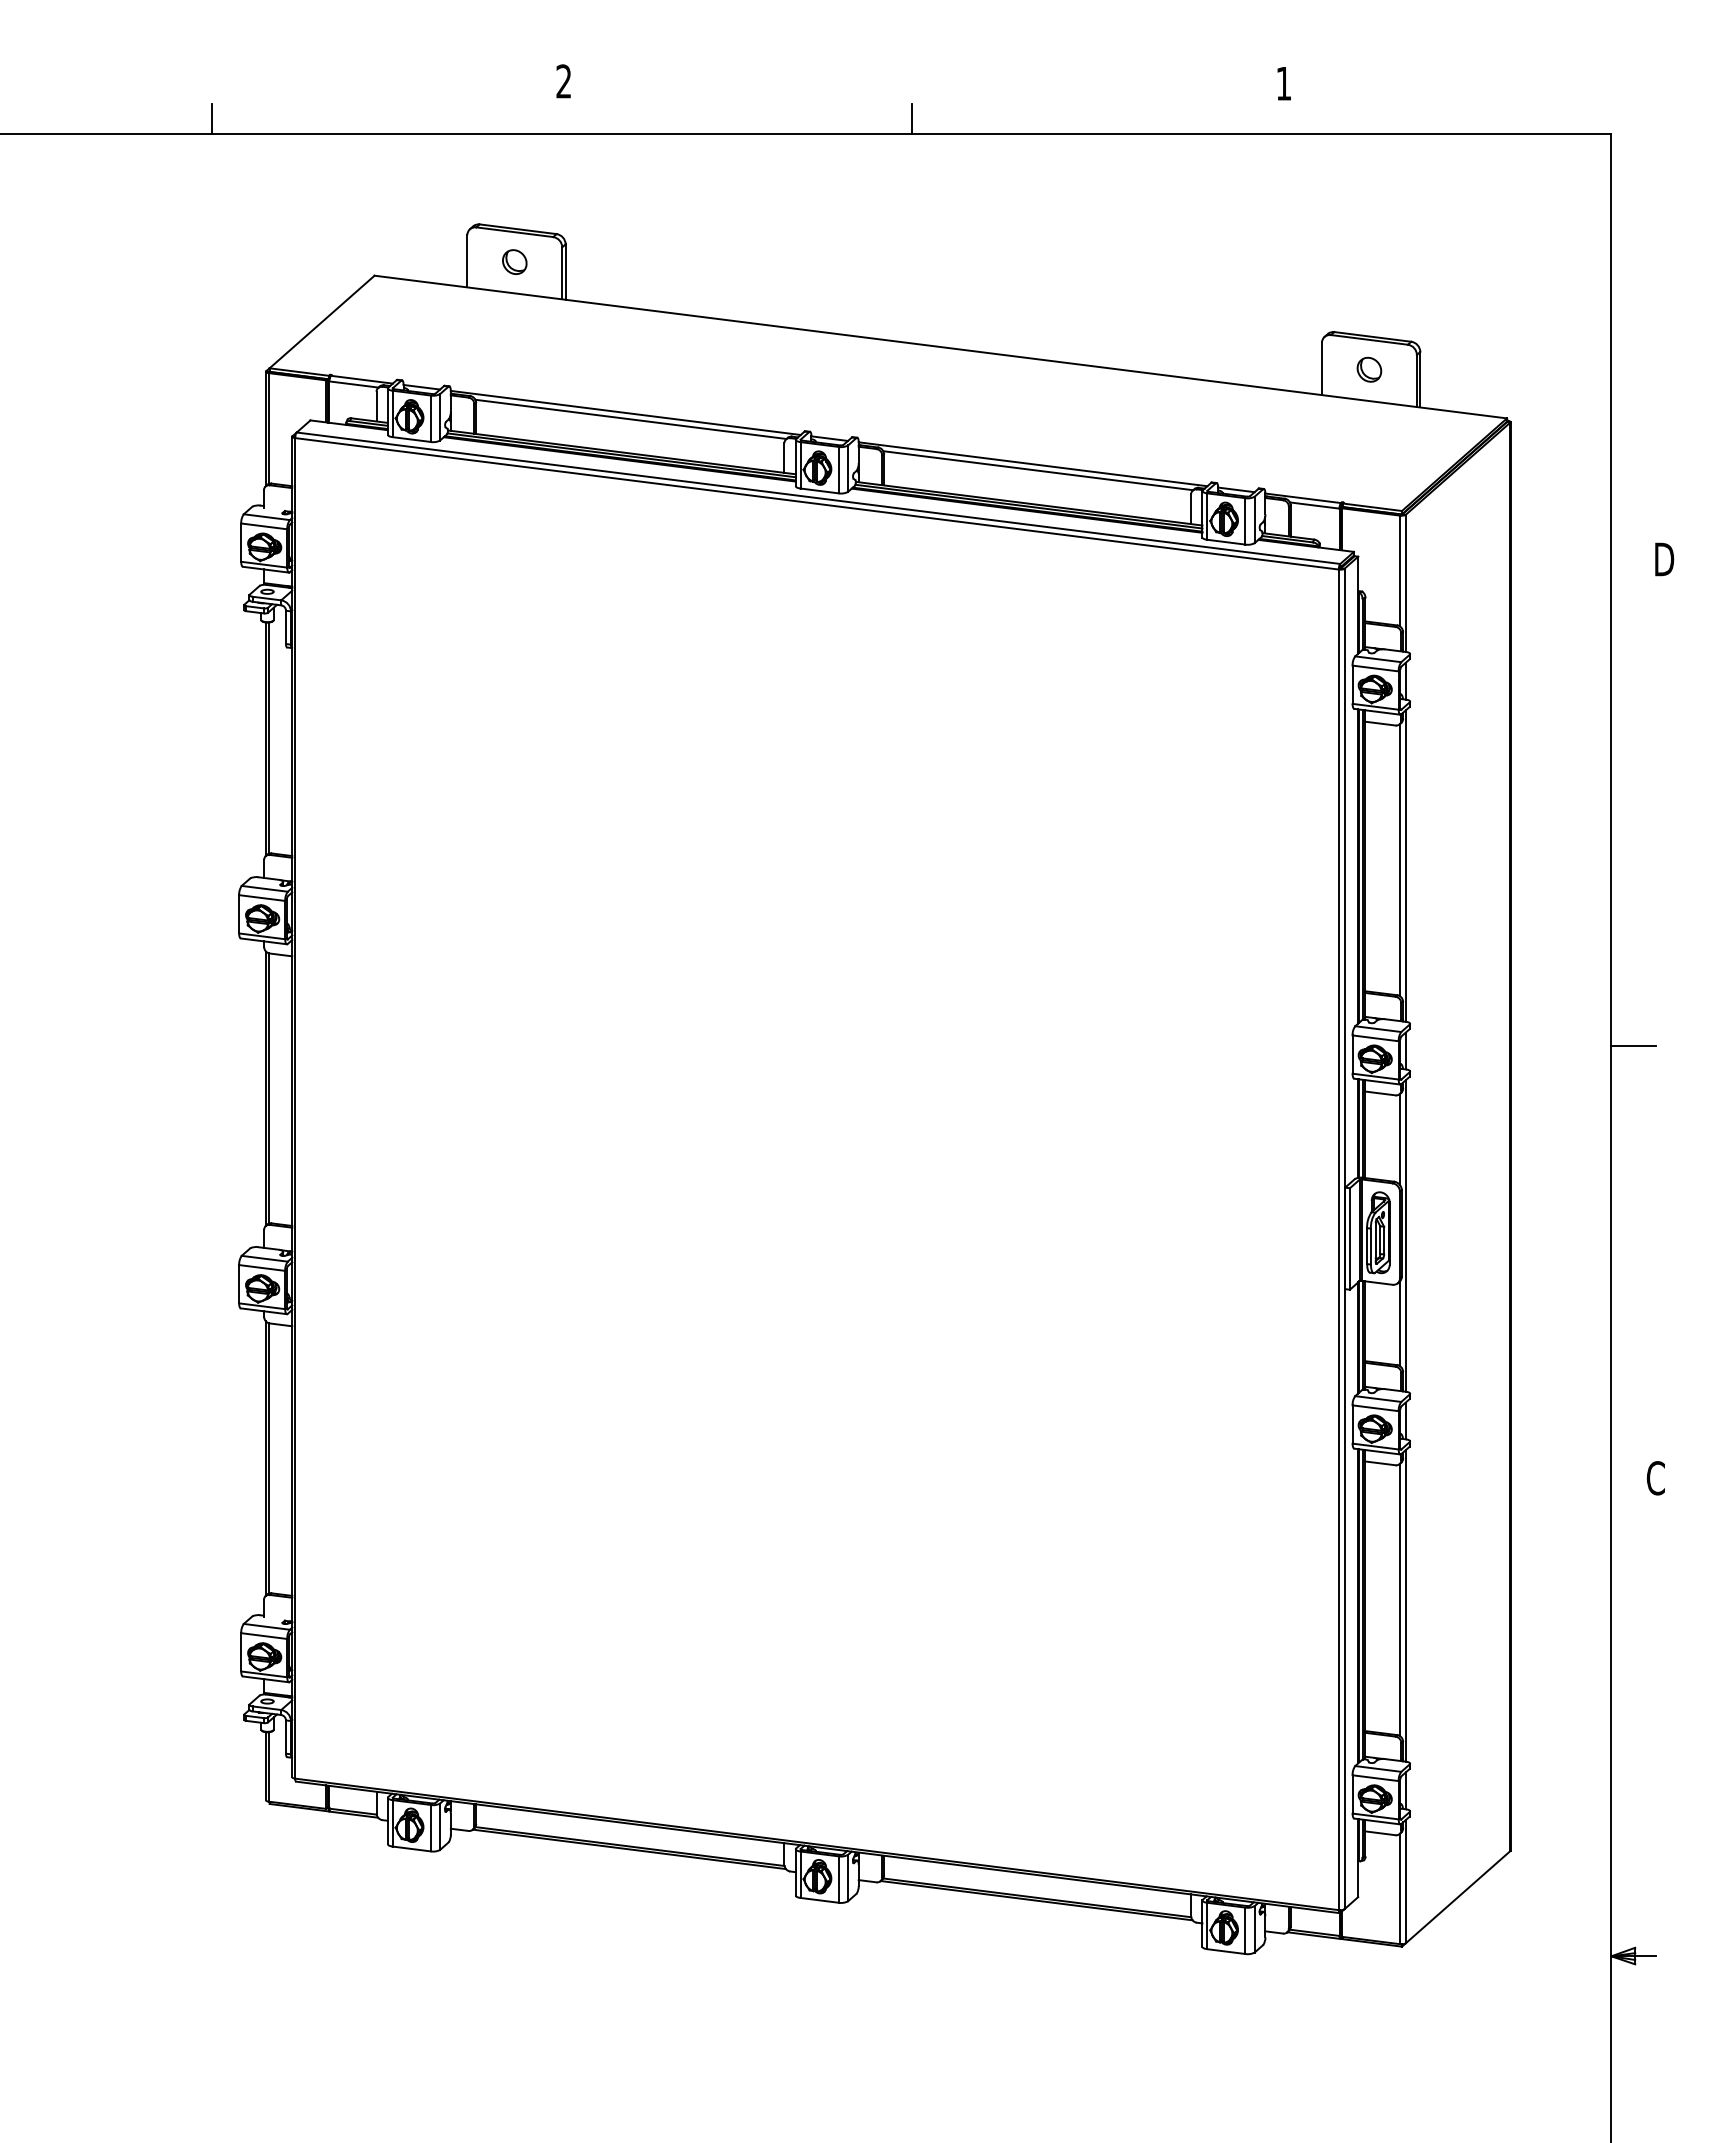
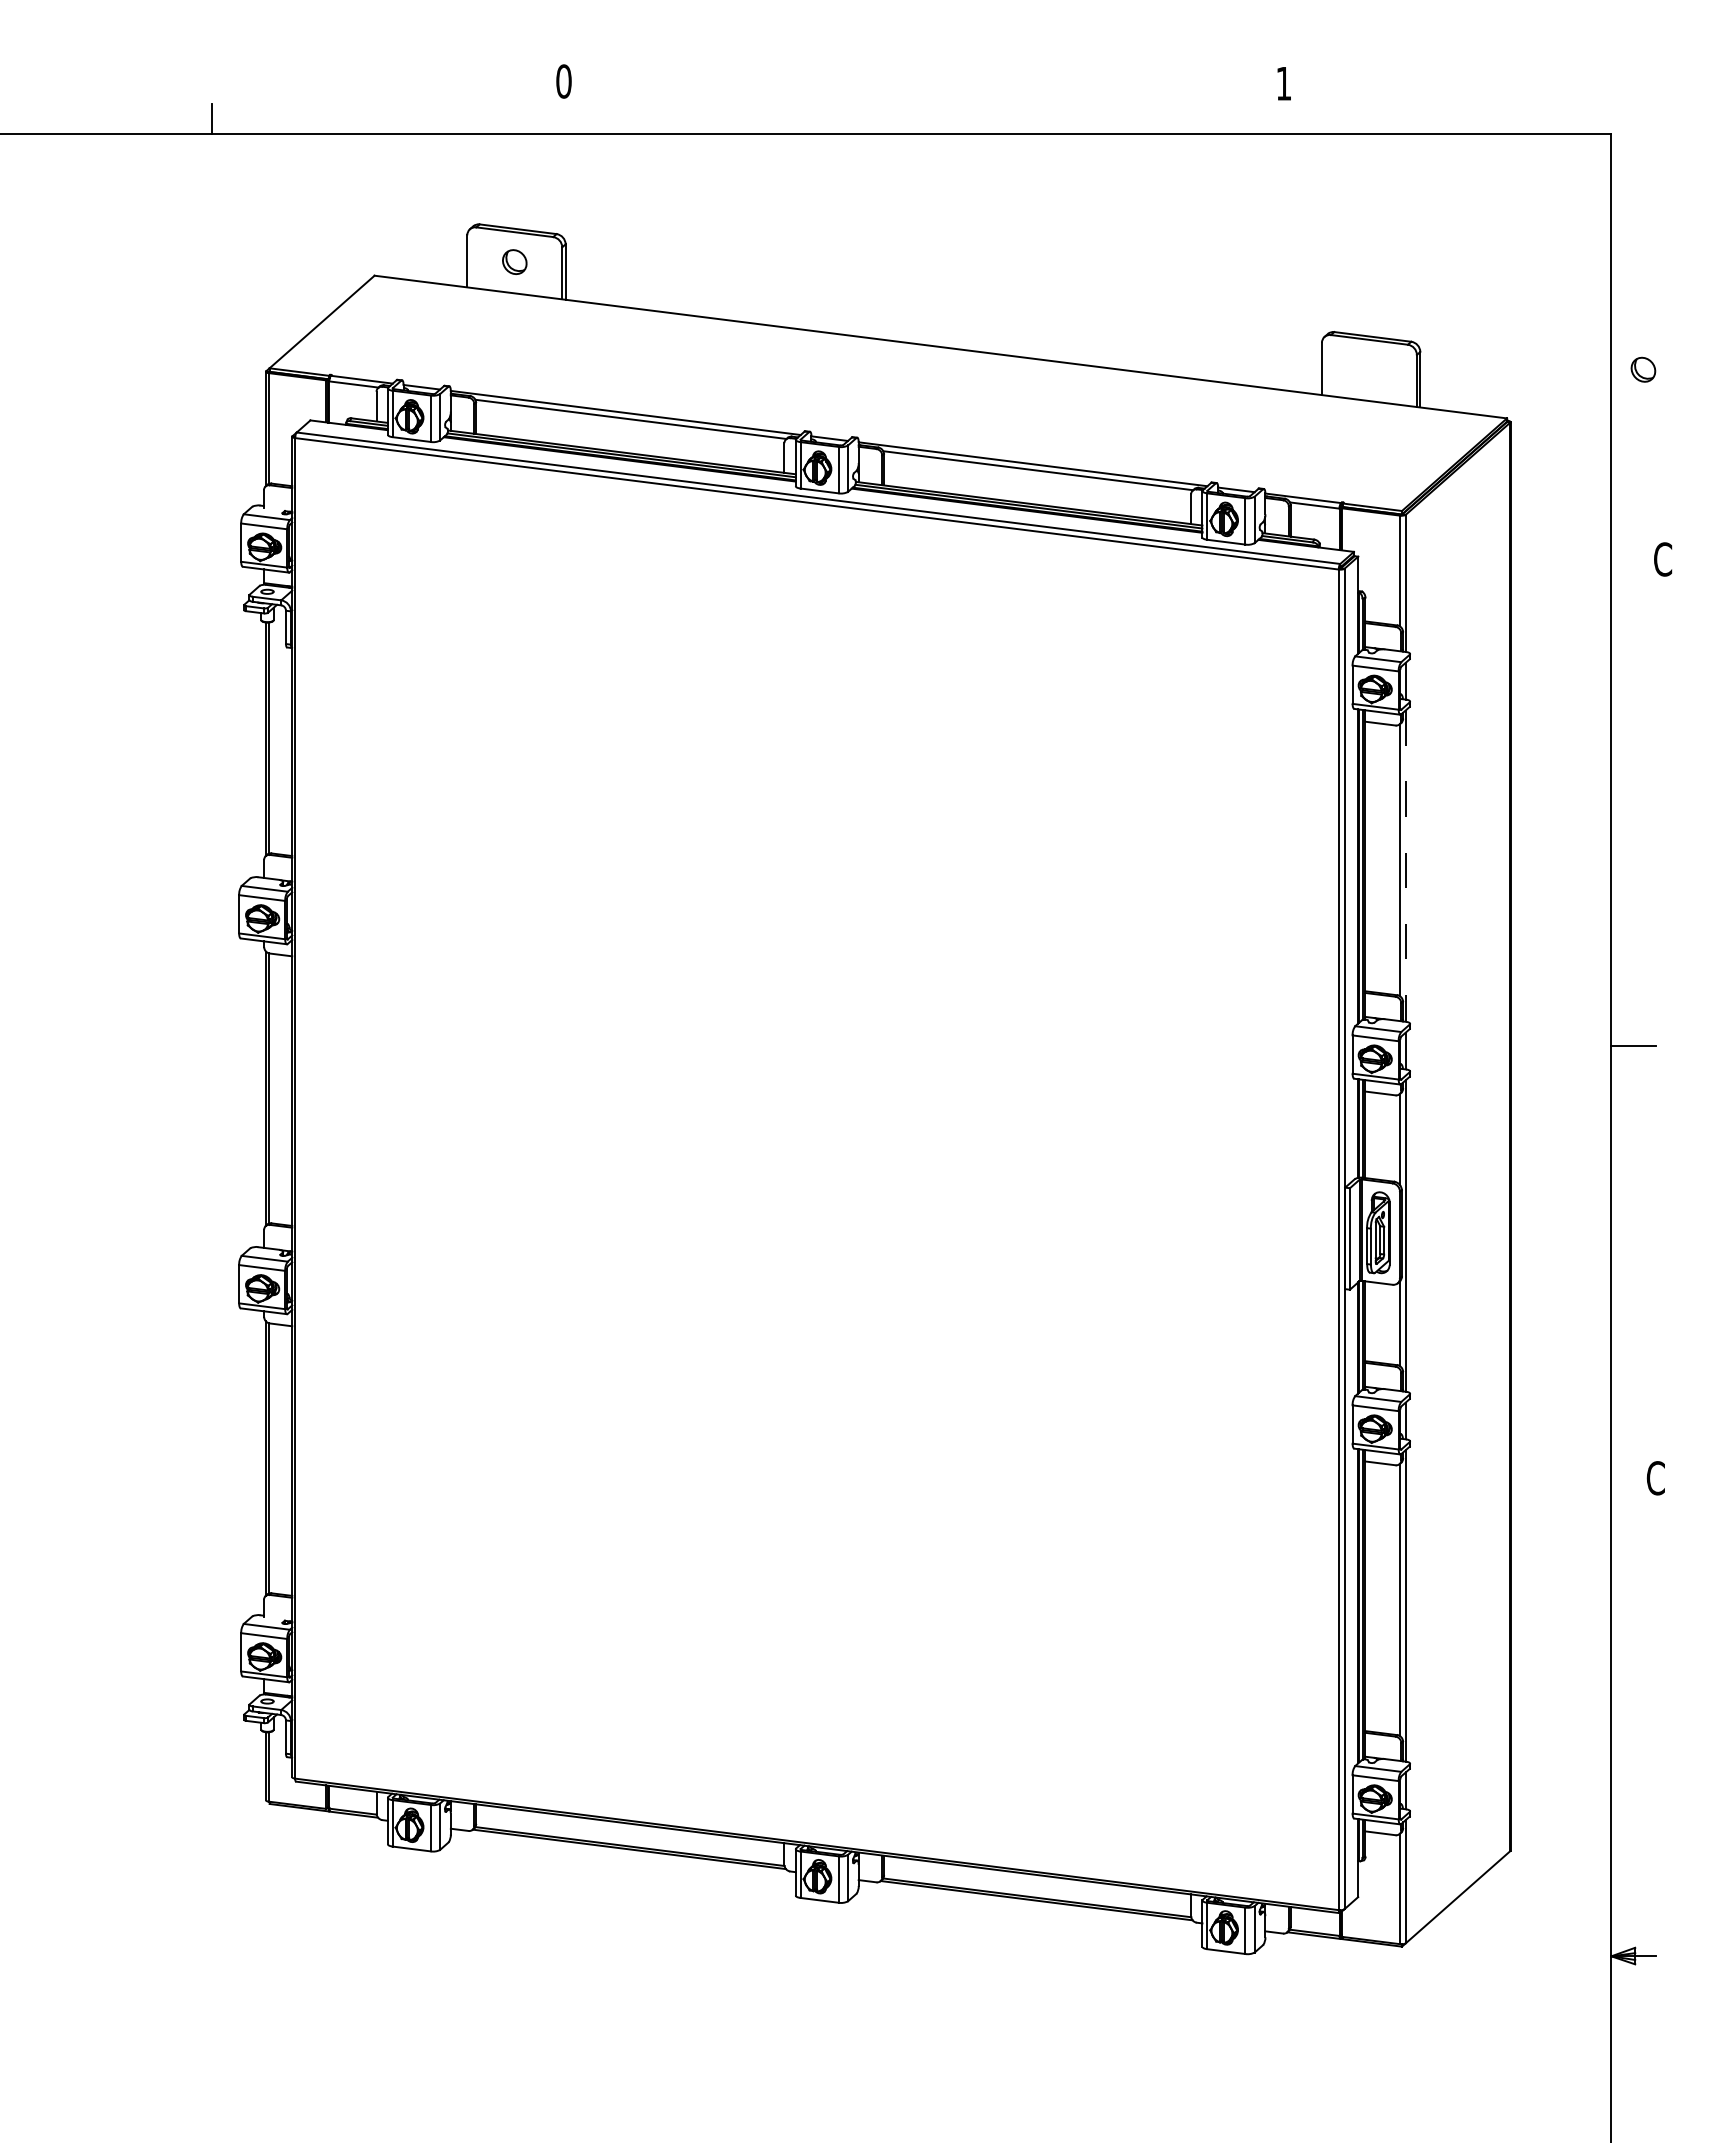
text at (563, 81): 2 -> 0
line at (911, 118): present -> none
part at (1369, 369) position: (1369, 369) -> (1643, 369)
text at (1664, 559): D -> C
line at (1405, 866): solid -> dashed
